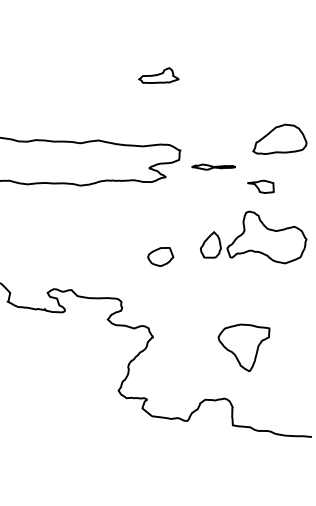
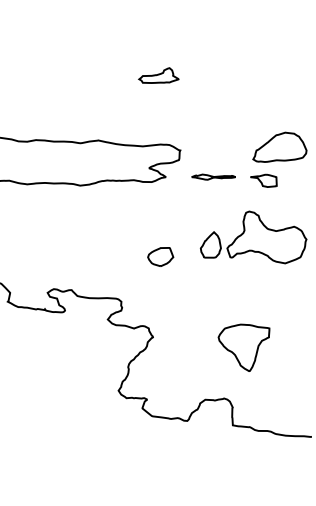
part at (279, 138) position: (279, 138) -> (279, 146)
part at (213, 166) position: (213, 166) -> (213, 176)
part at (260, 186) position: (260, 186) -> (263, 180)
